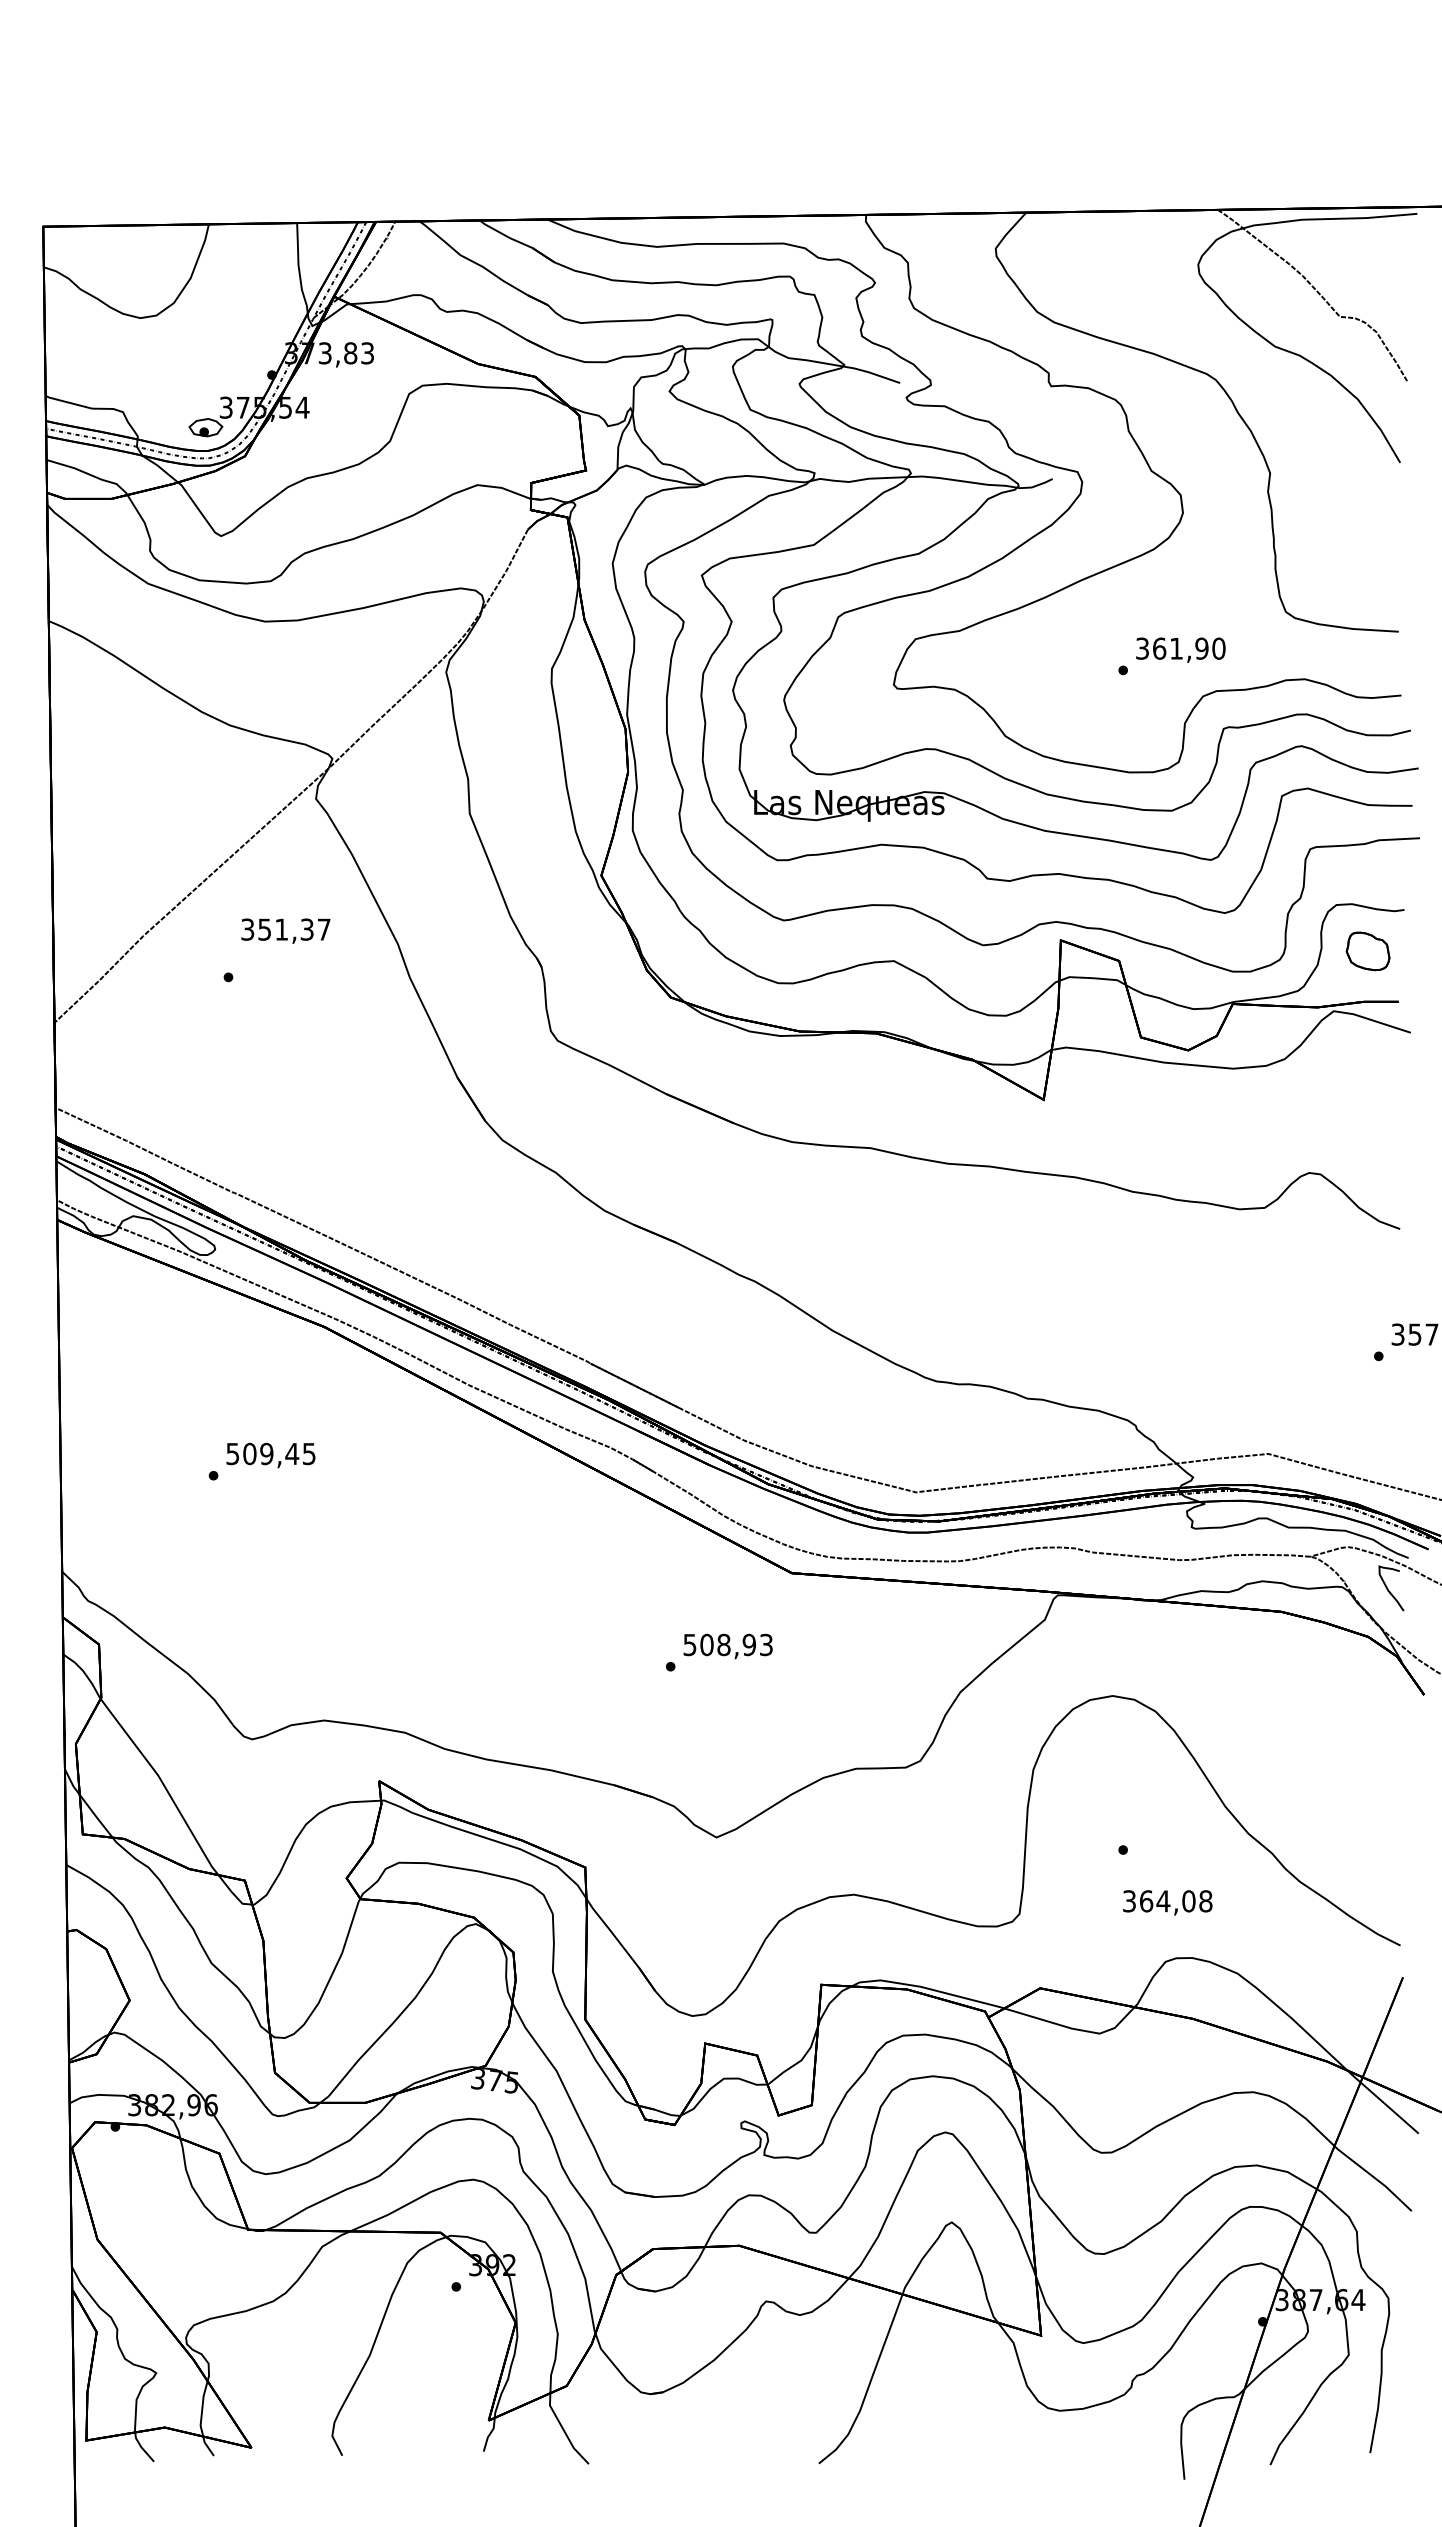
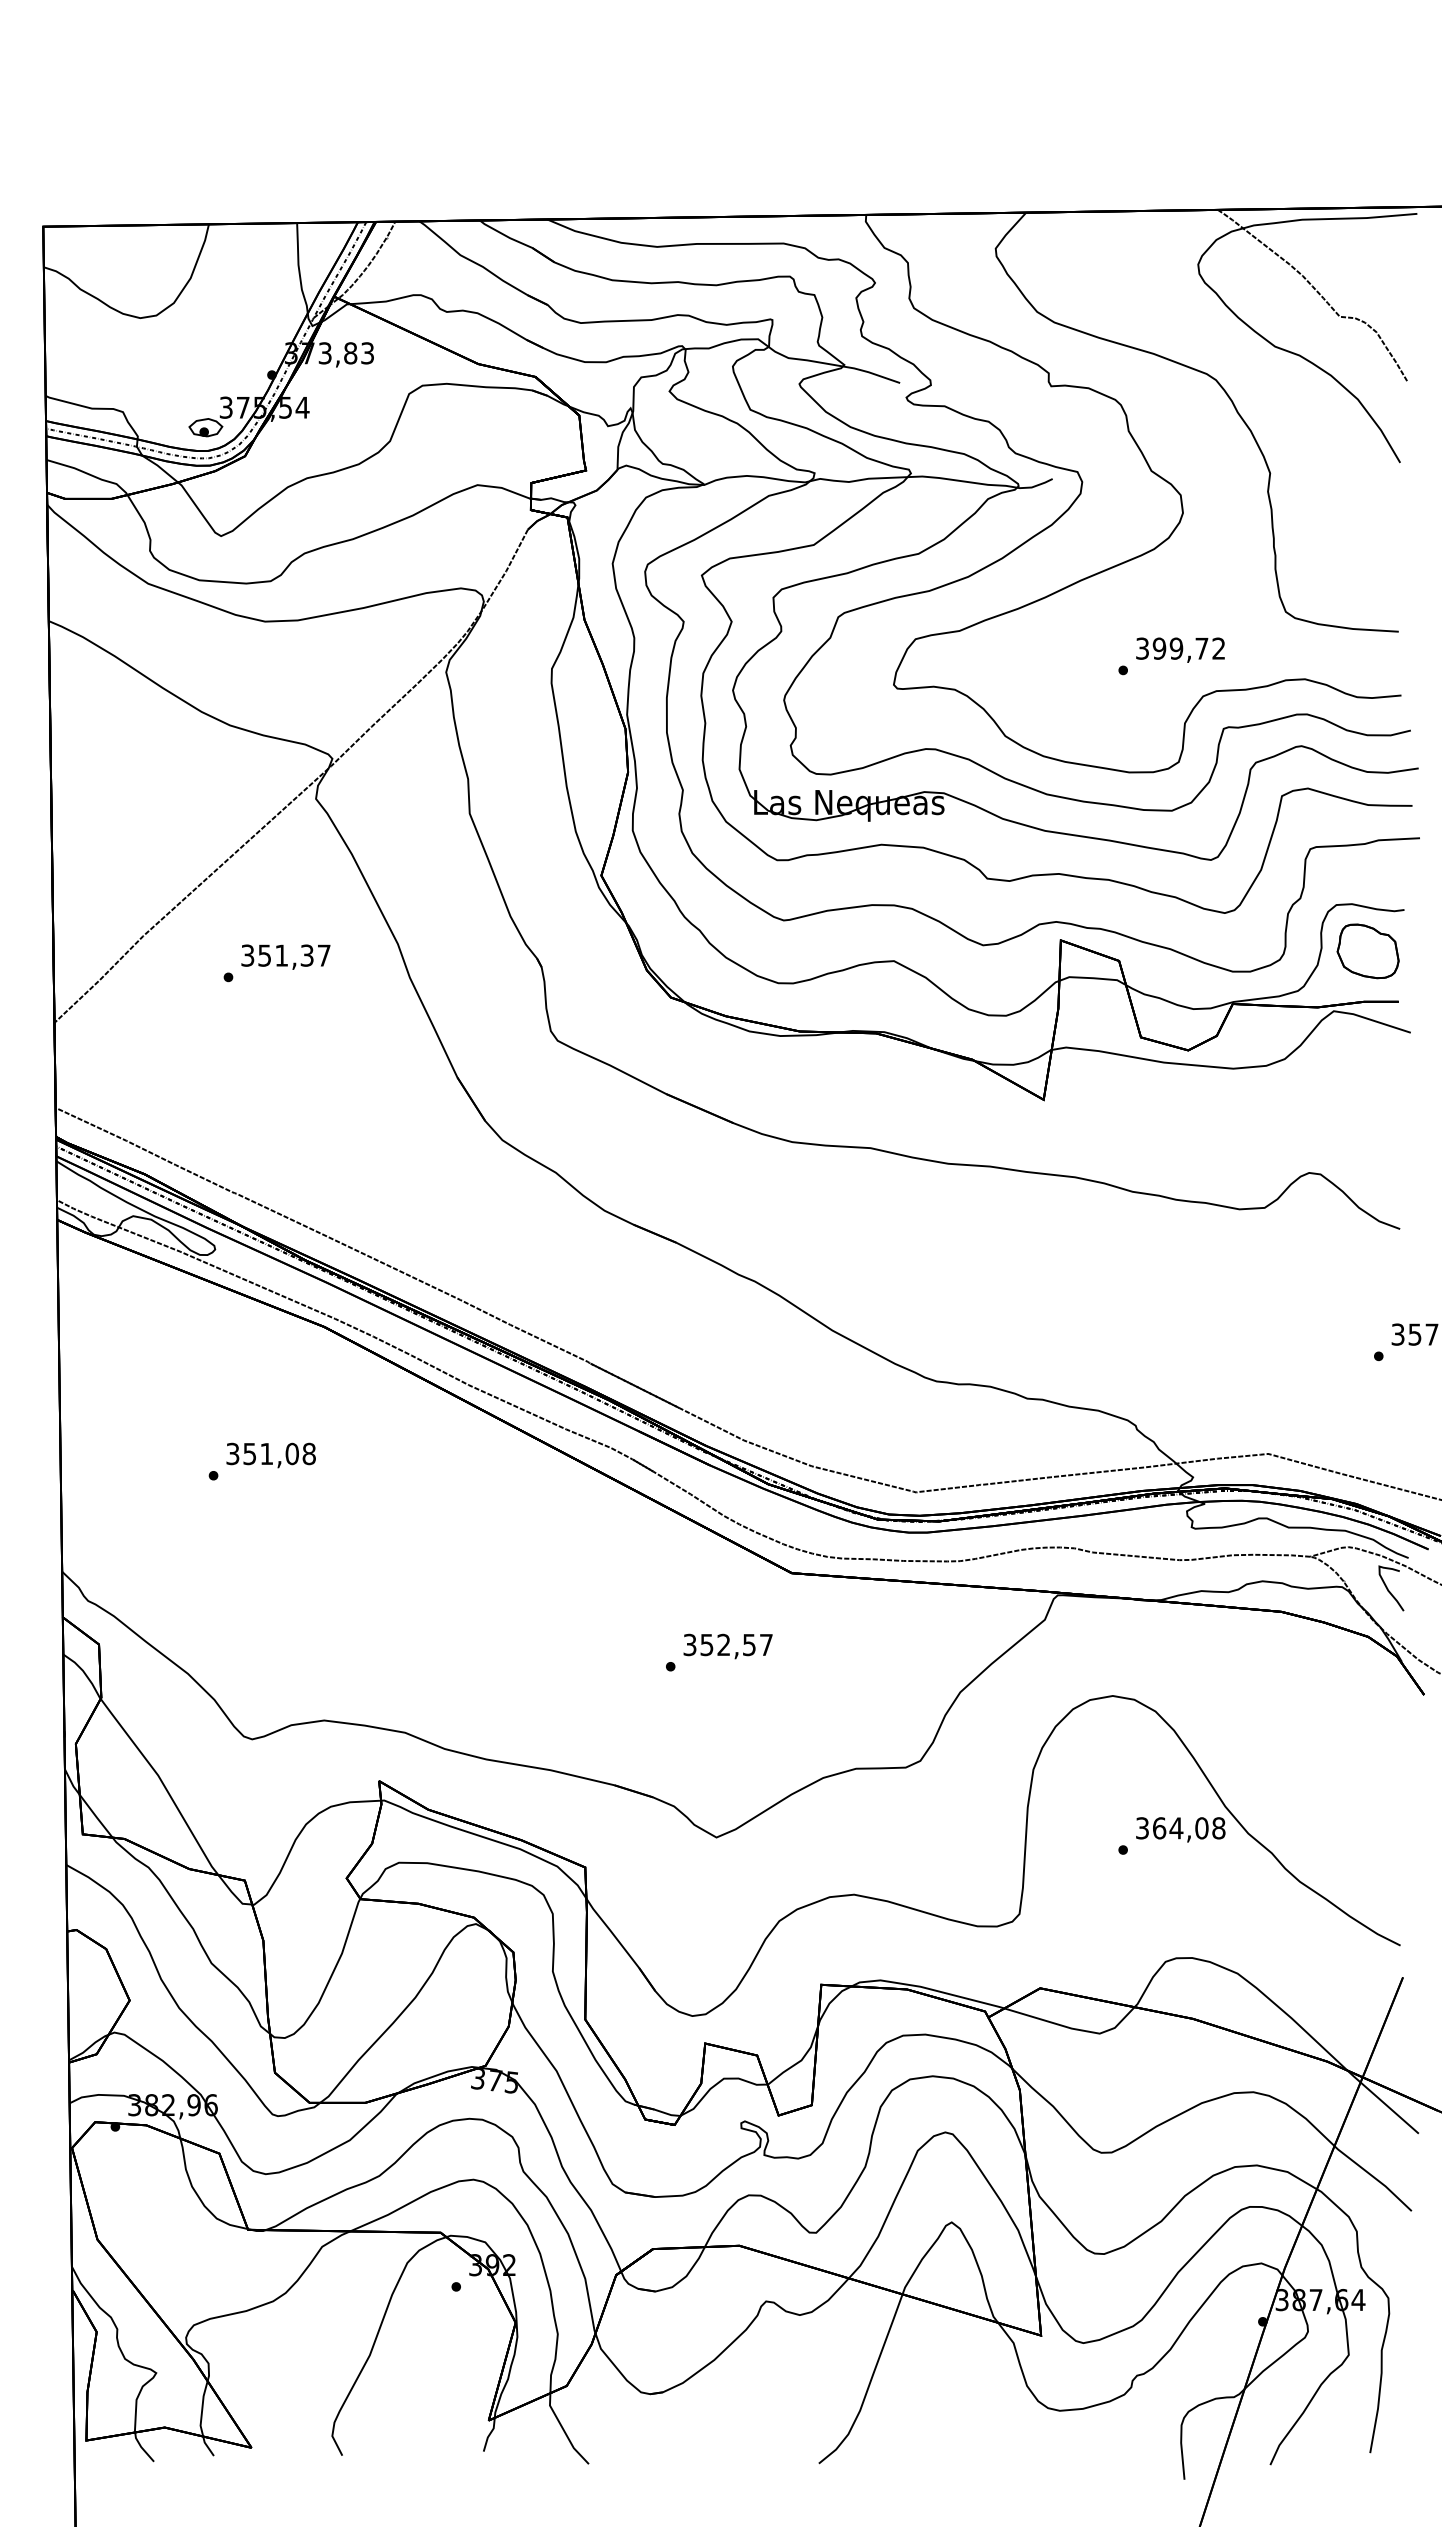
text at (1188, 648): 361,90 -> 399,72
text at (285, 930) position: (285, 930) -> (285, 956)
part at (1367, 951) size: 46x41 px -> 64x57 px
text at (271, 1453): 509,45 -> 351,08
text at (728, 1644): 508,93 -> 352,57
text at (1167, 1902) position: (1167, 1902) -> (1180, 1829)
